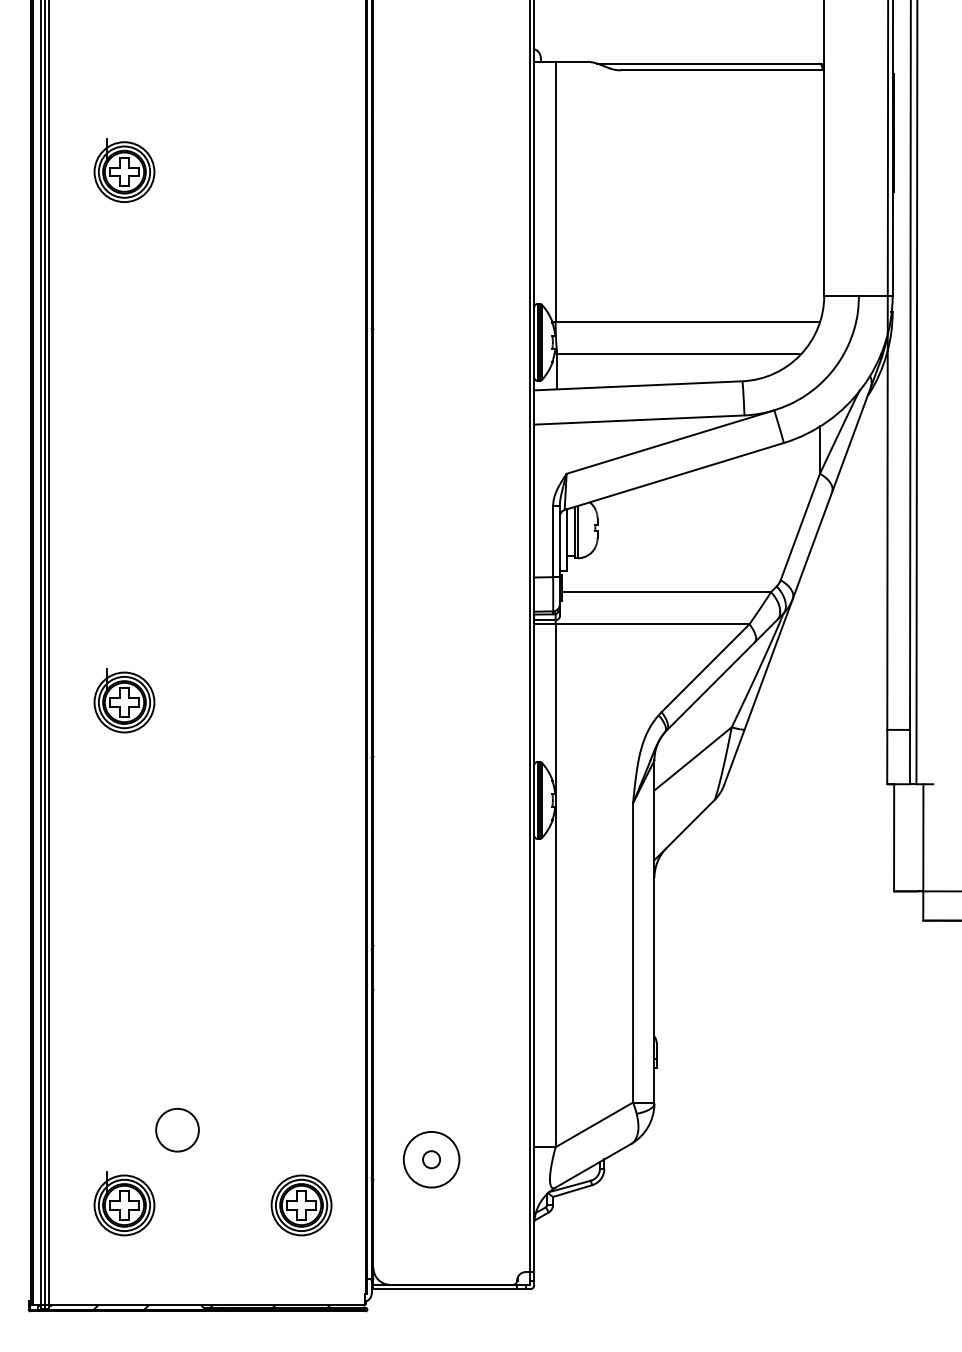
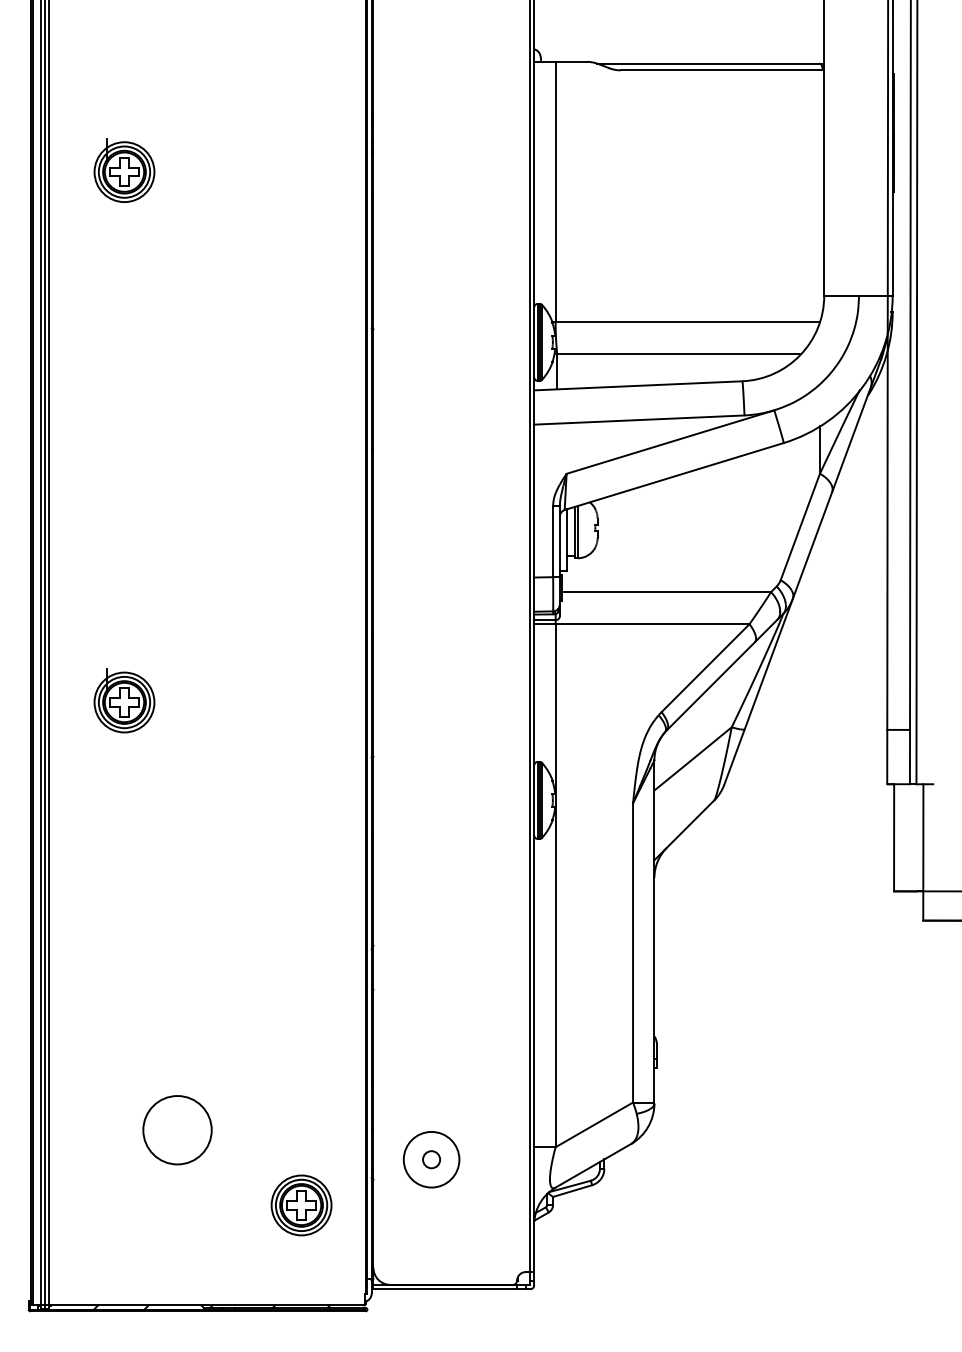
circle at (177, 1129) diameter: 43 px -> 68 px
part at (124, 1203): present -> none
